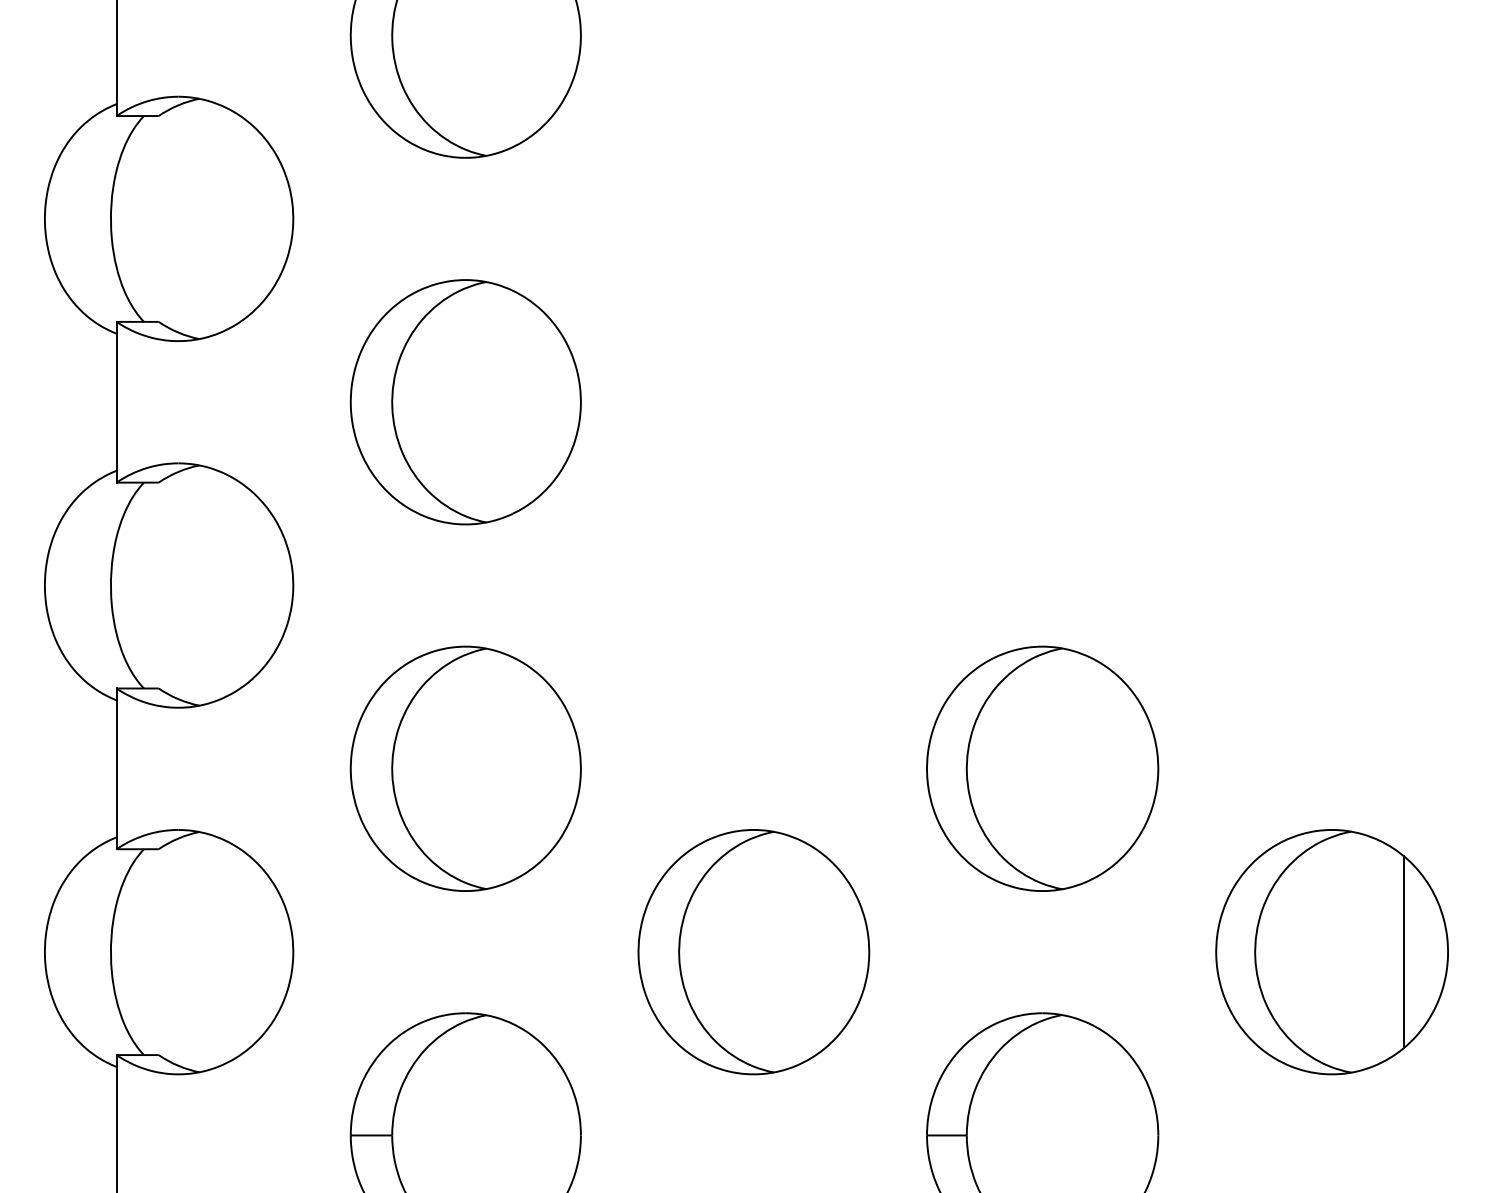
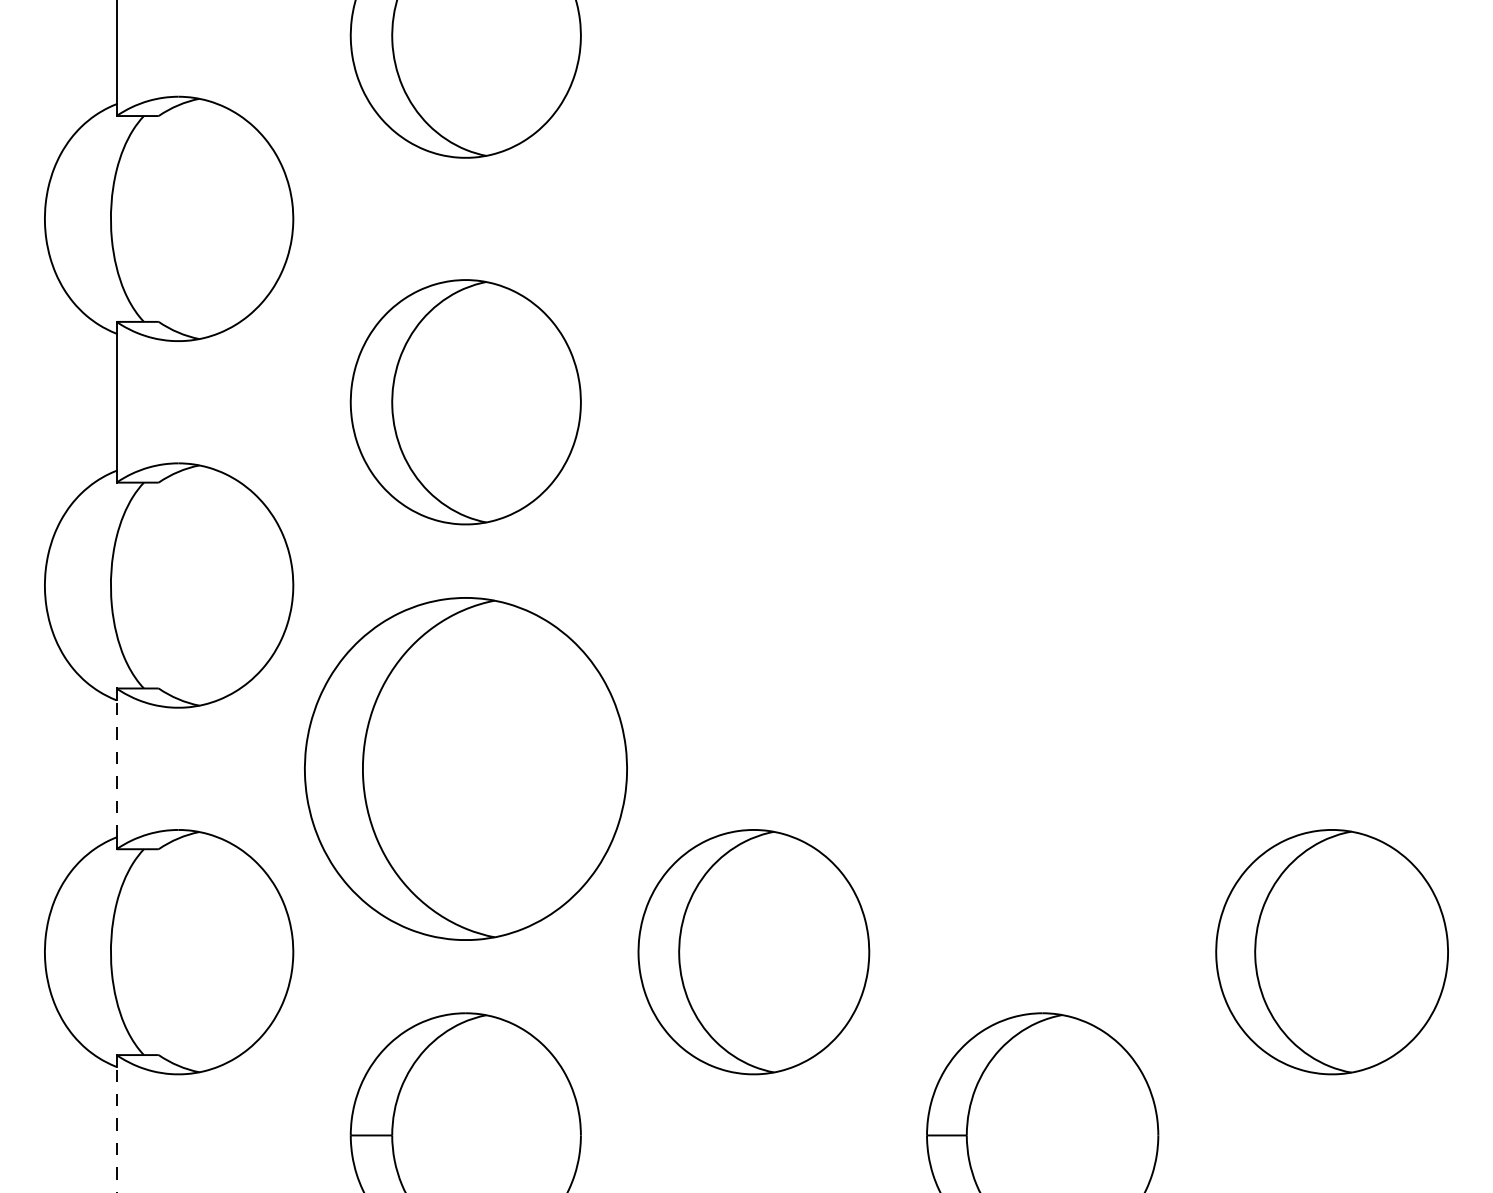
line at (116, 768): solid -> dashed
part at (465, 768) size: 233x247 px -> 324x344 px
part at (1042, 768): present -> none
line at (1403, 952): present -> none
line at (116, 1129): solid -> dashed
